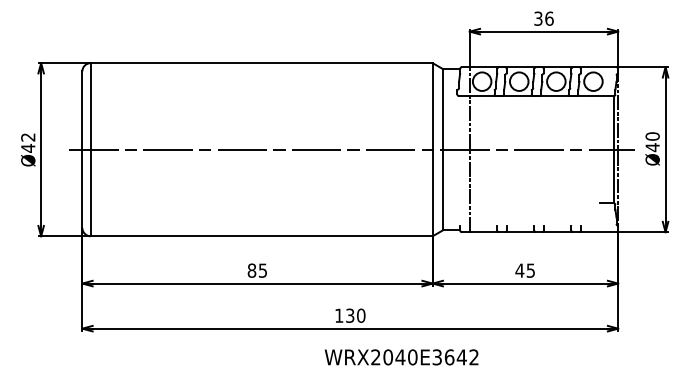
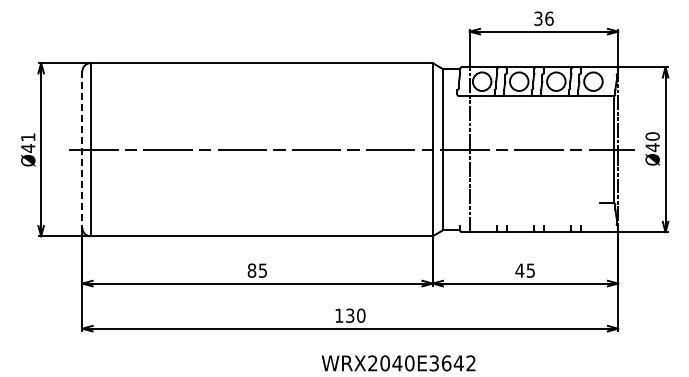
text at (28, 137): Ø42 -> Ø41
line at (82, 150): solid -> dashed
text at (401, 357) position: (401, 357) -> (398, 363)
